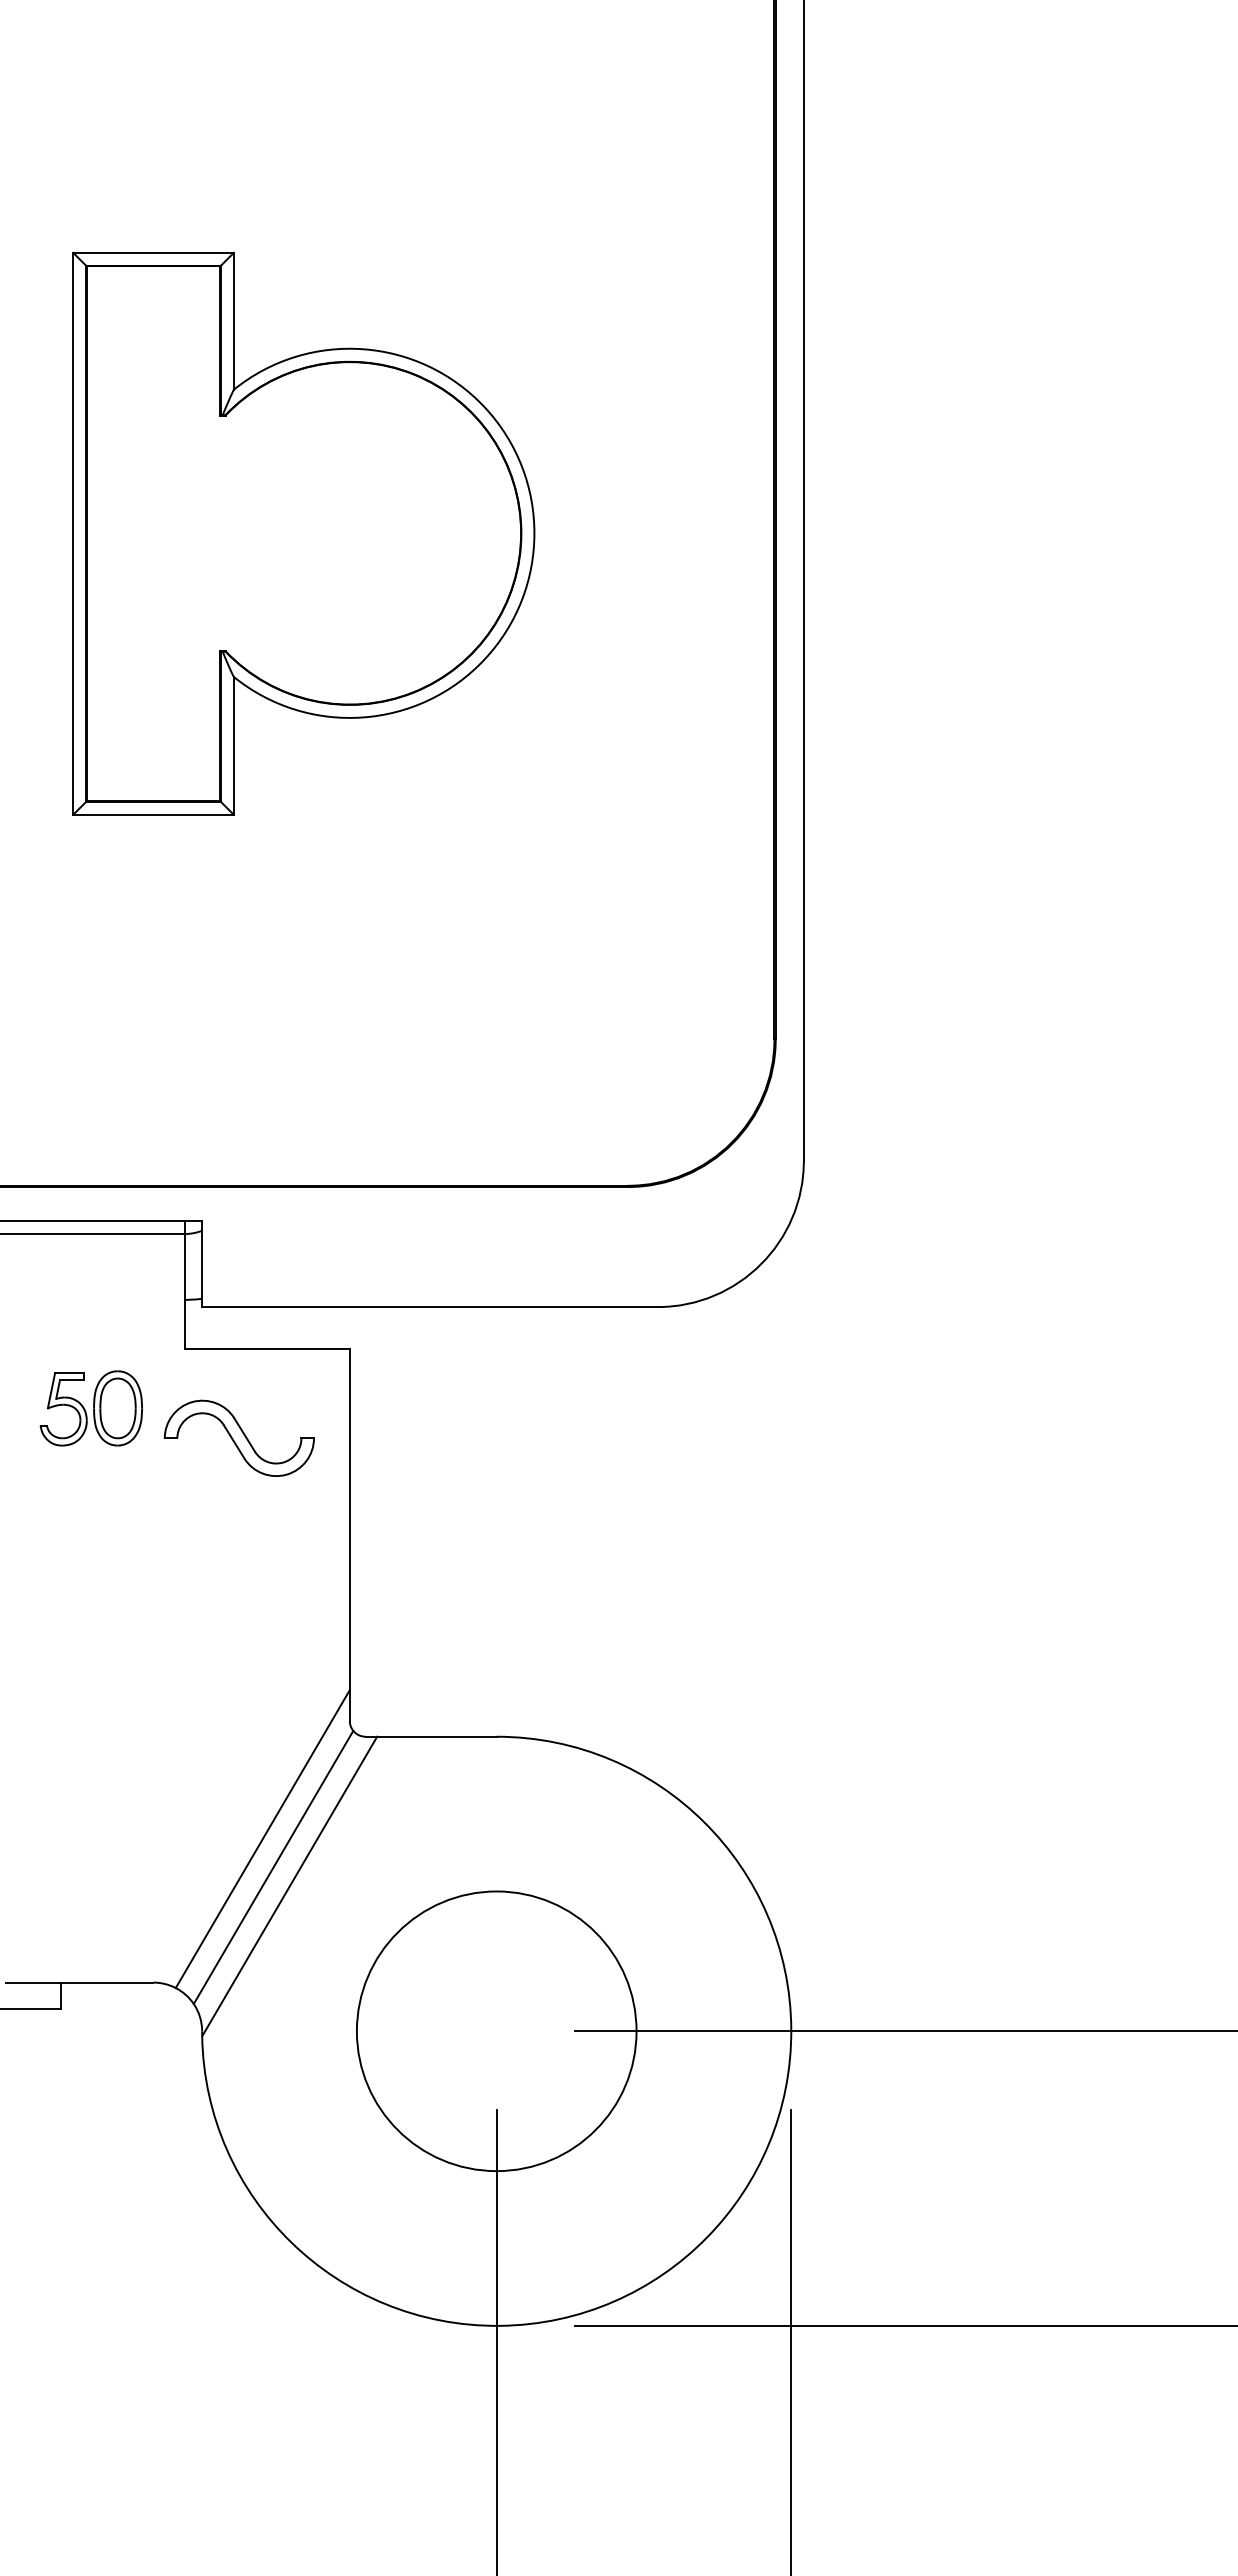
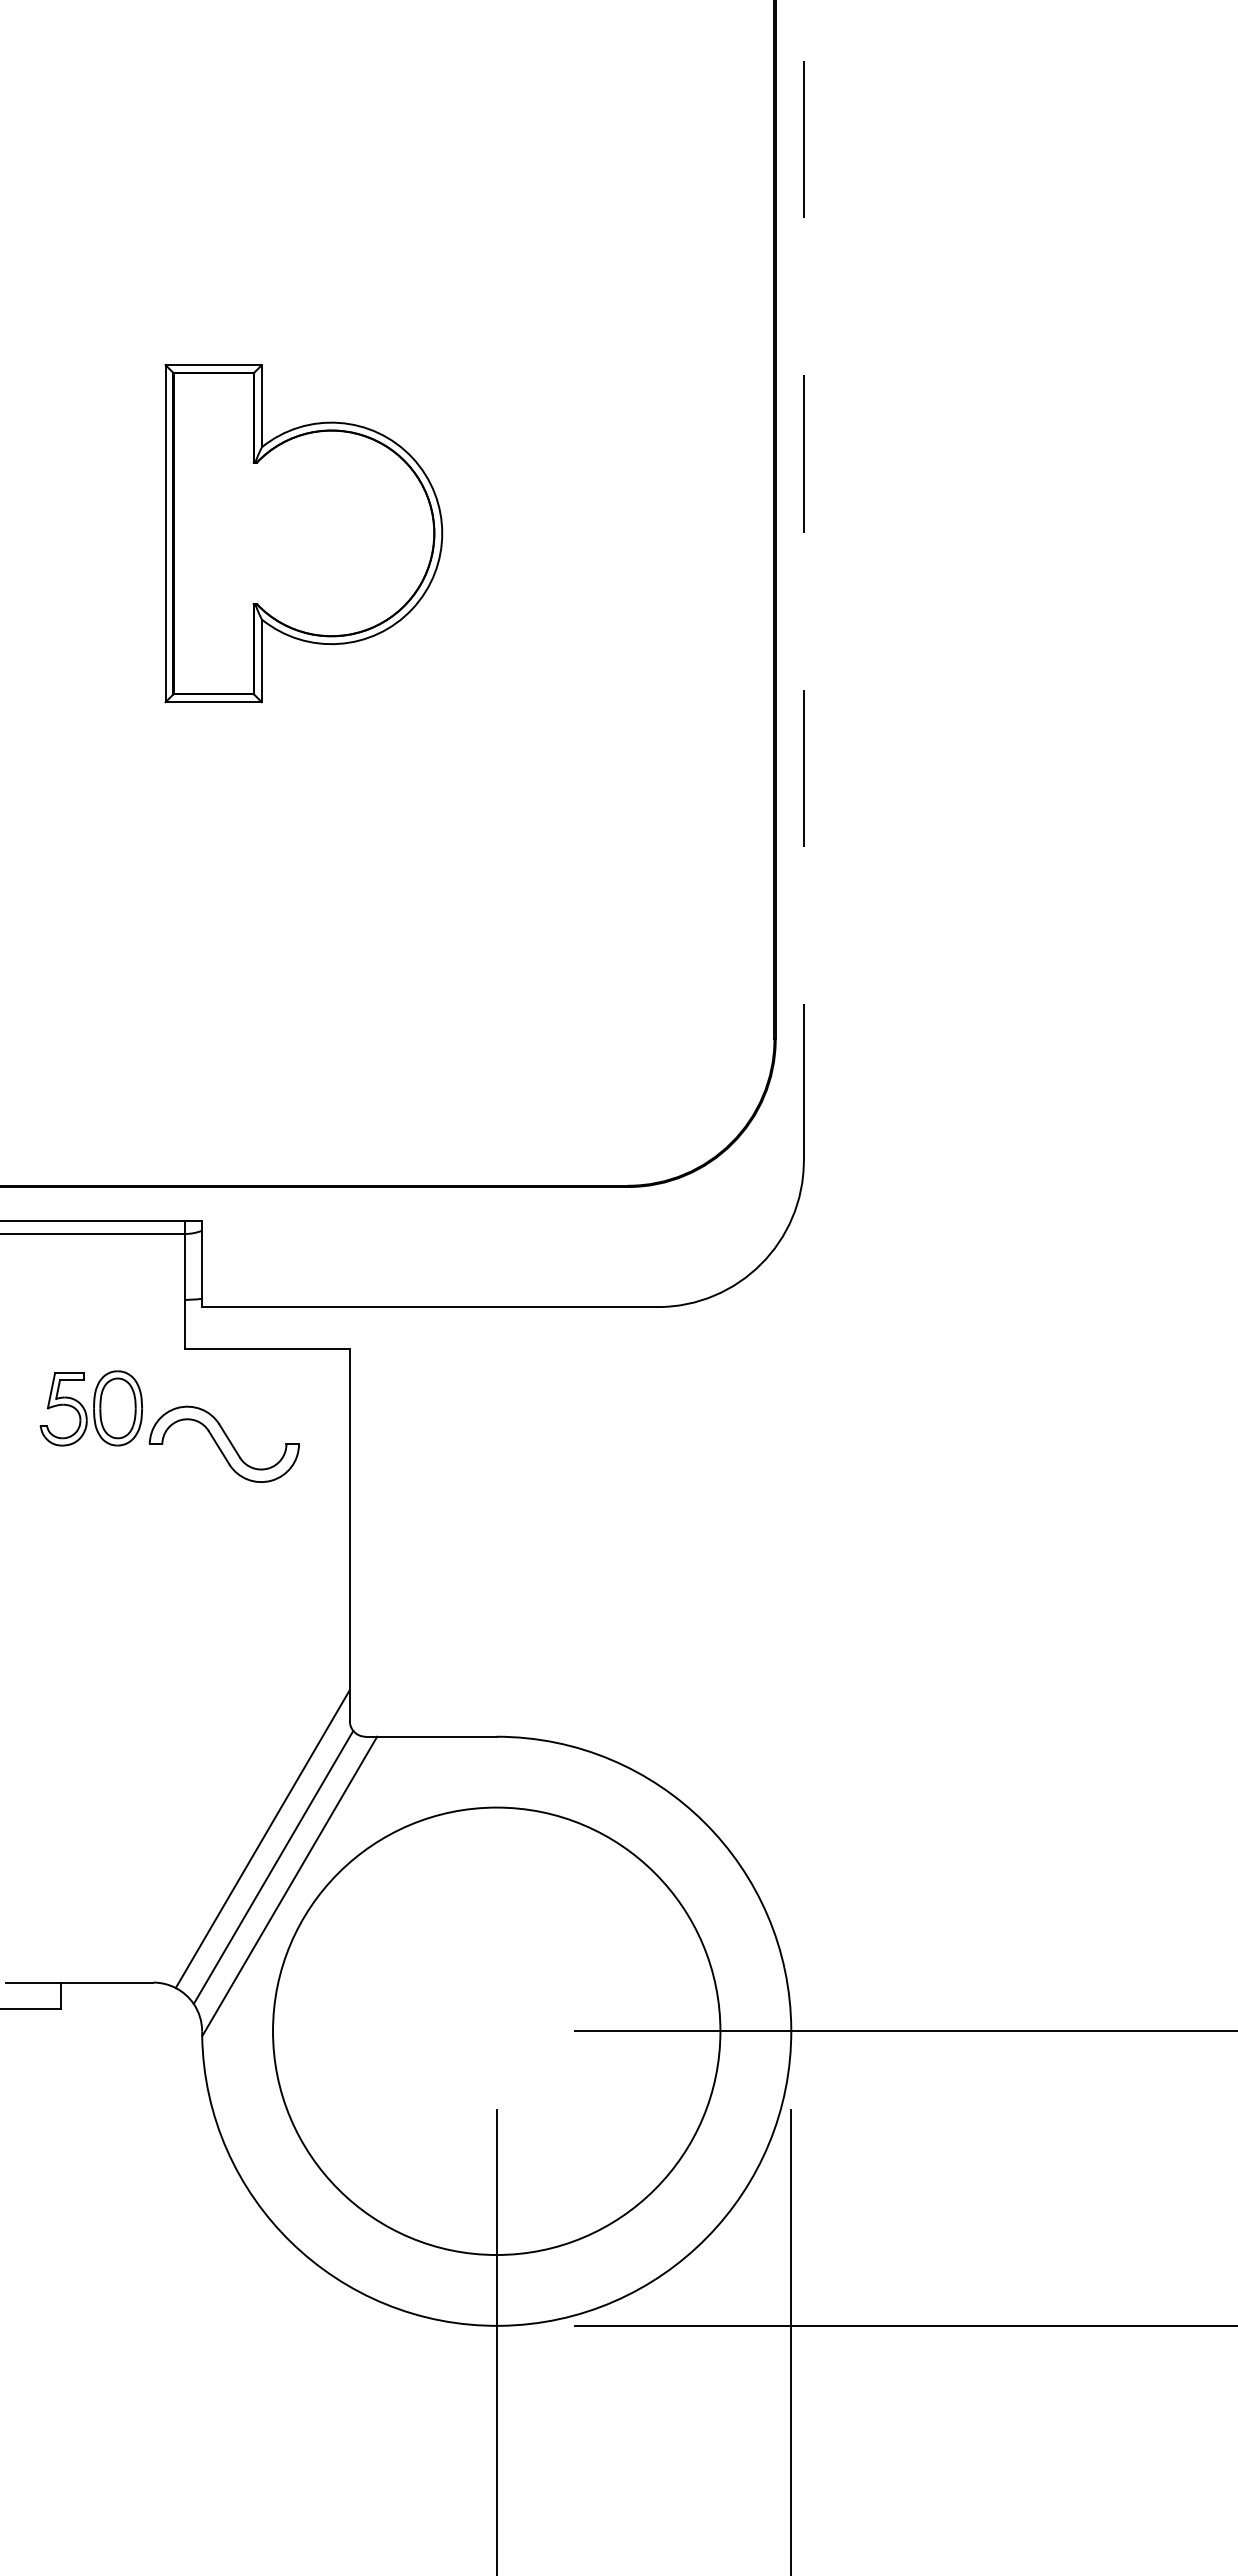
part at (303, 533) size: 464x565 px -> 280x340 px
line at (803, 580): solid -> dashed
part at (238, 1437) position: (238, 1437) -> (223, 1443)
circle at (496, 2031) diameter: 280 px -> 447 px
